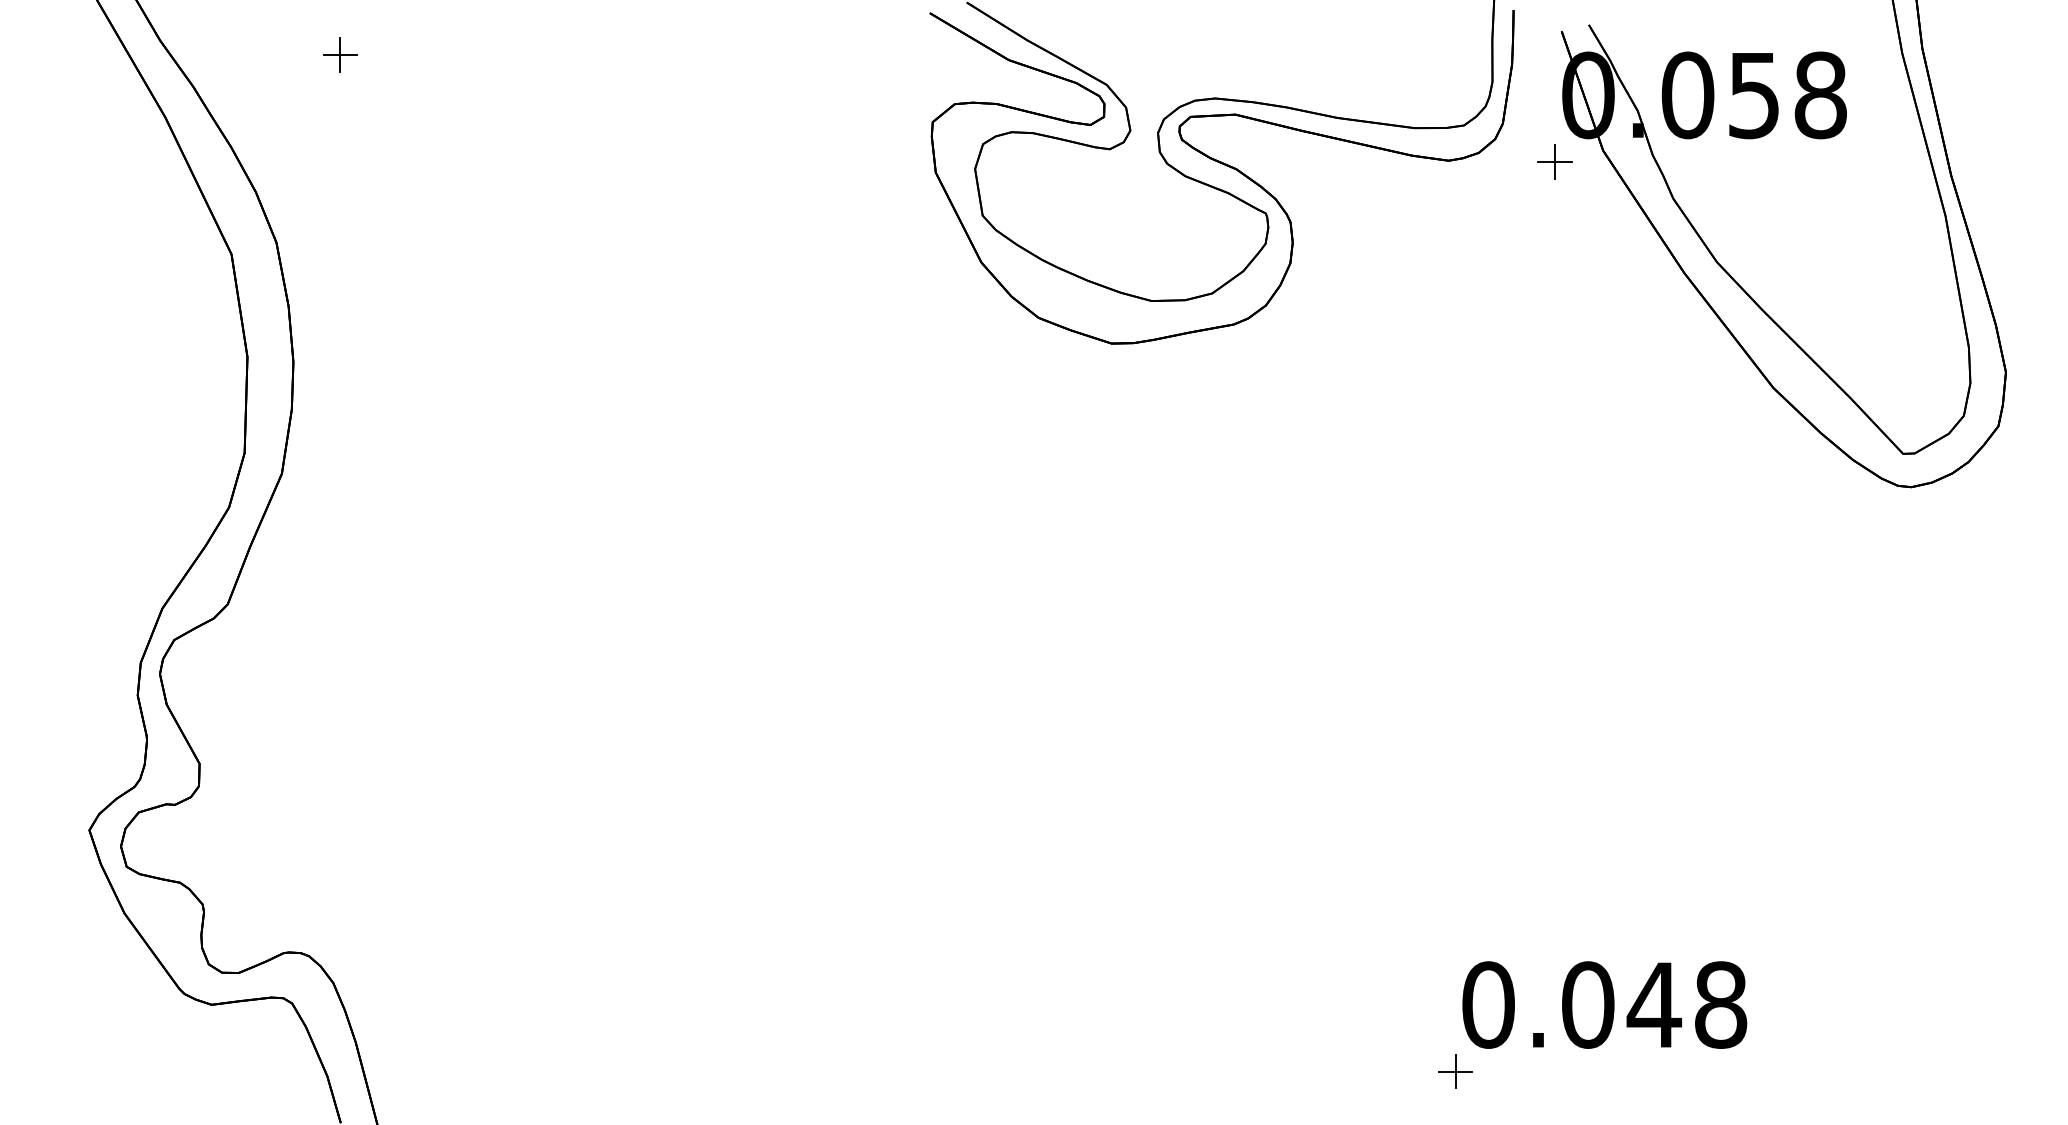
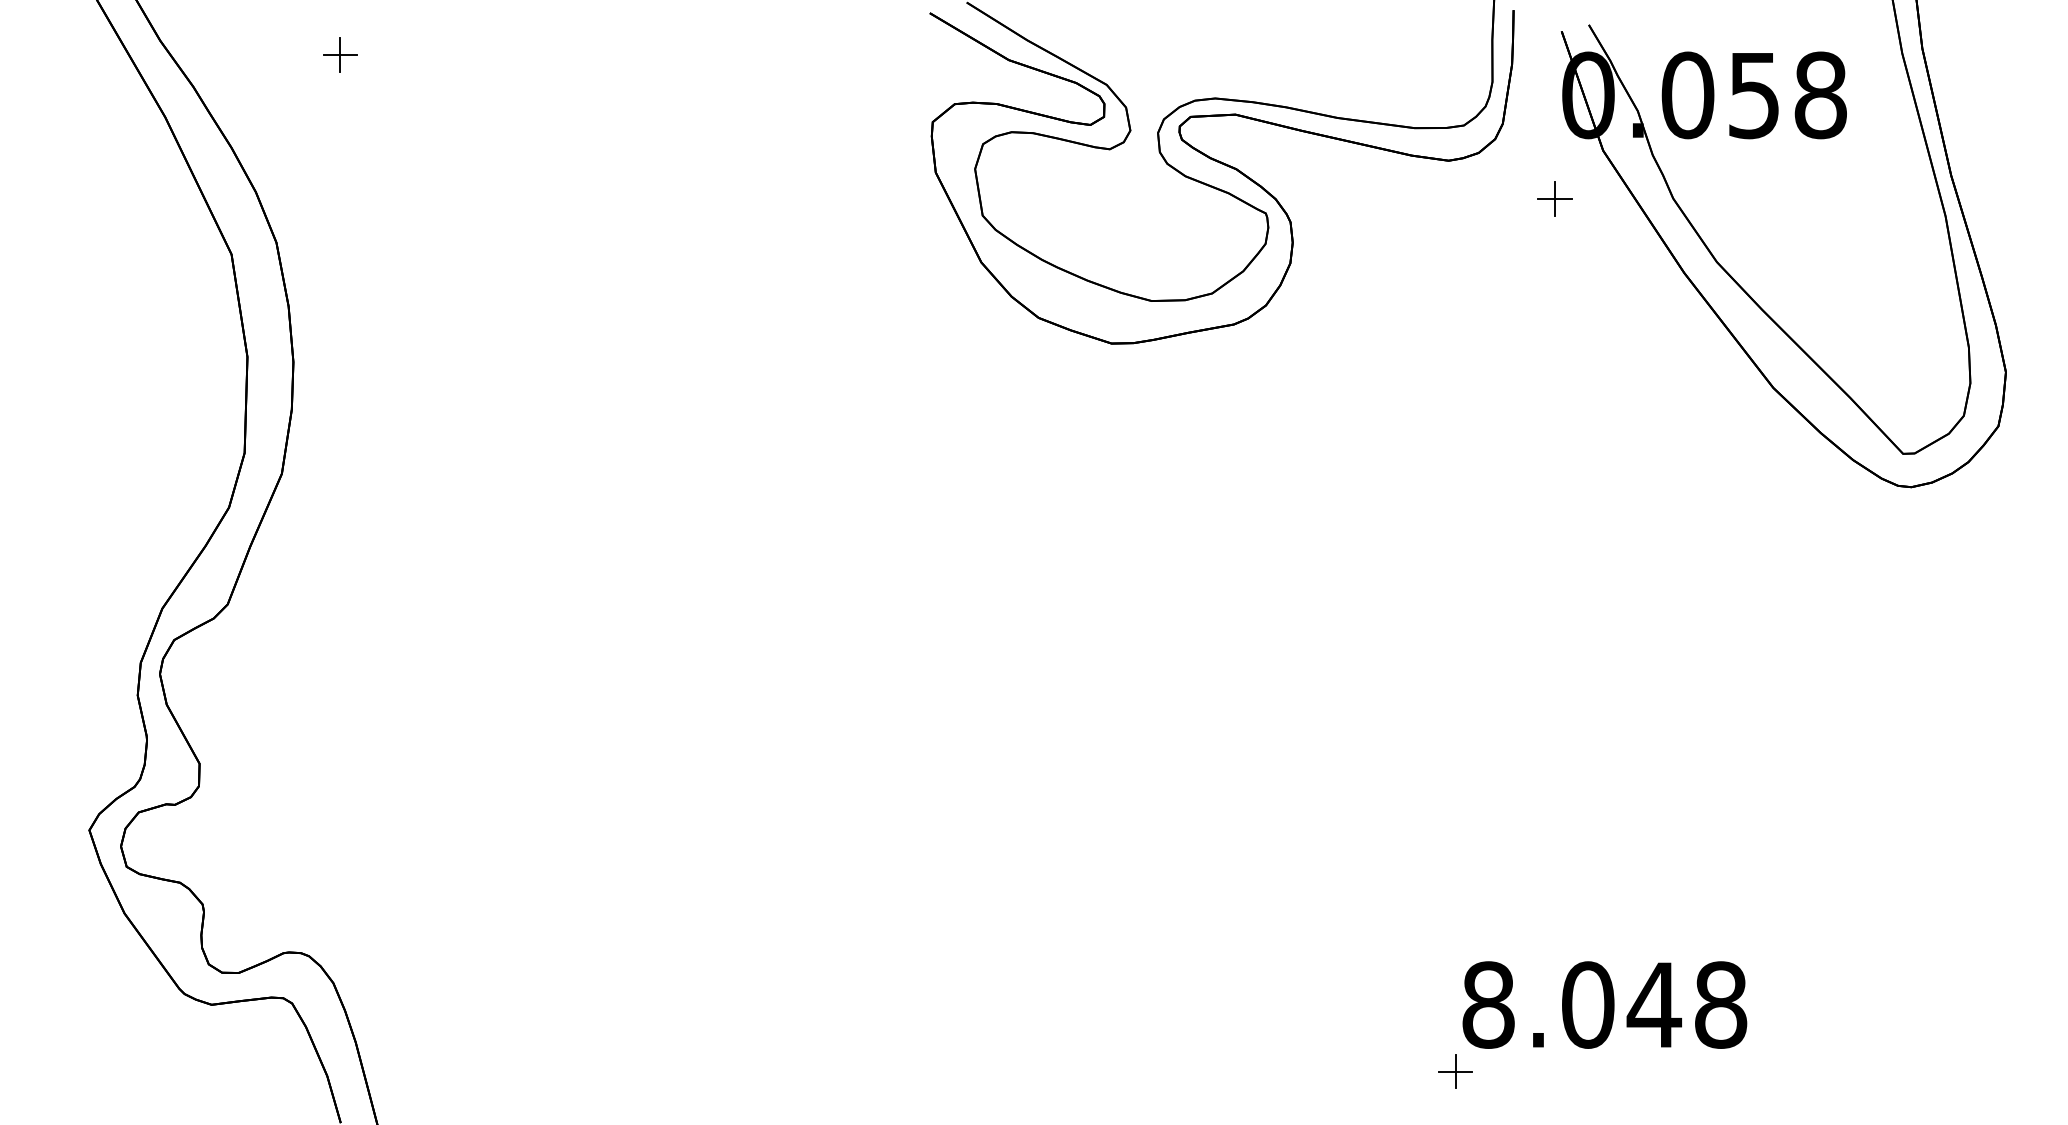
part at (1554, 161) position: (1554, 161) -> (1554, 198)
text at (1488, 1004): 0.048 -> 8.048
